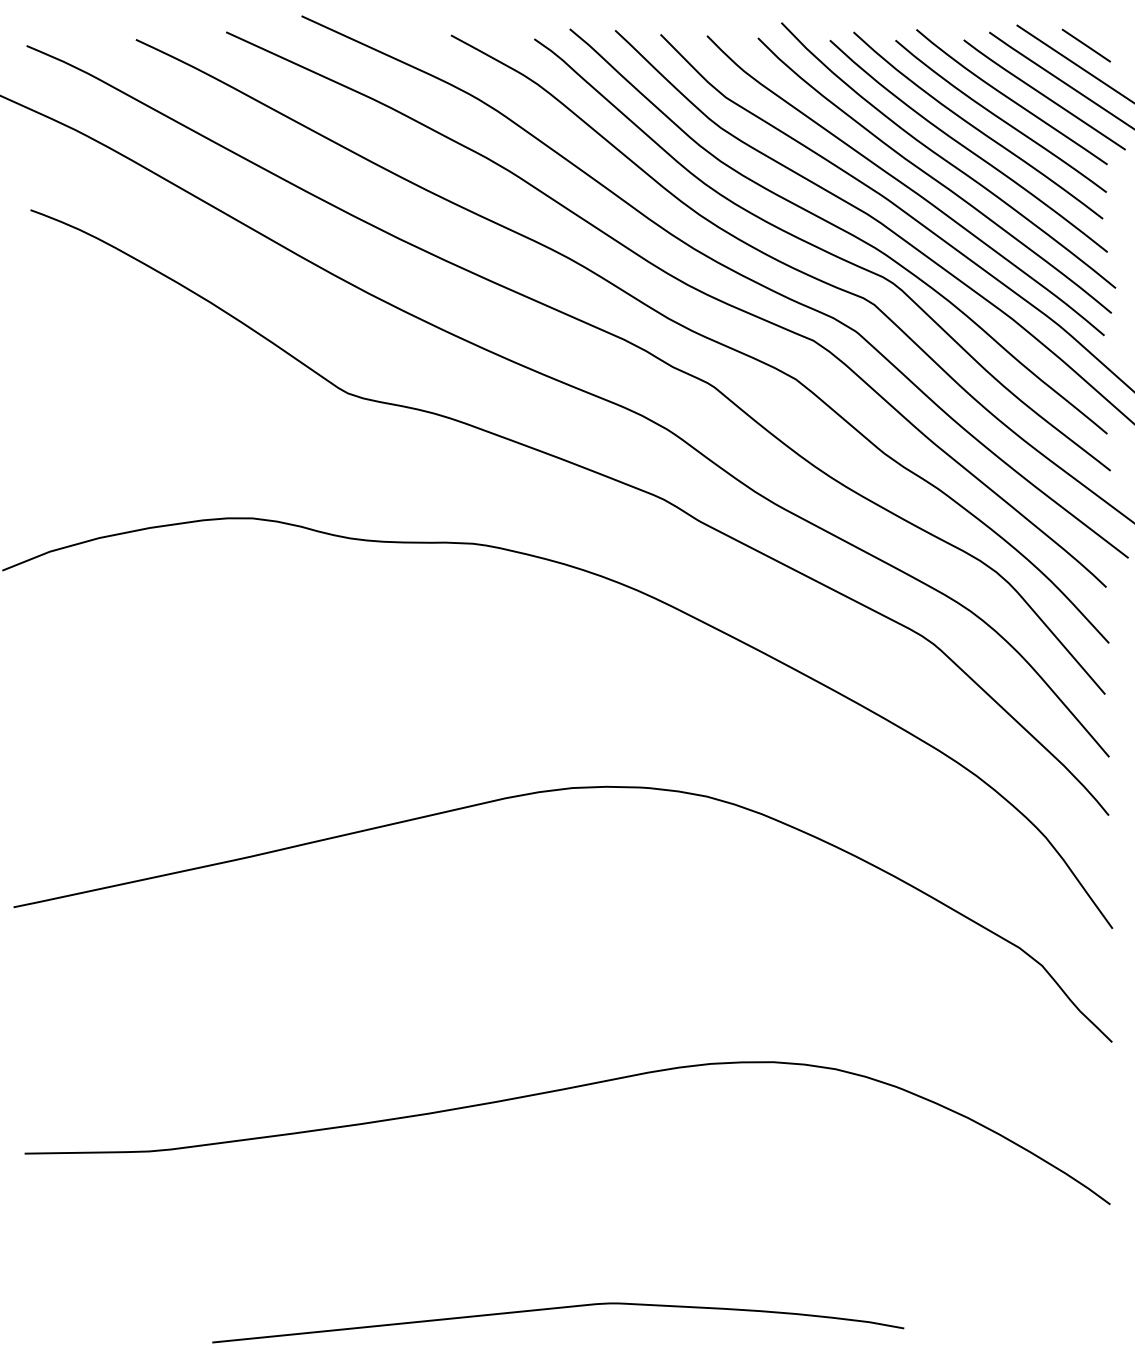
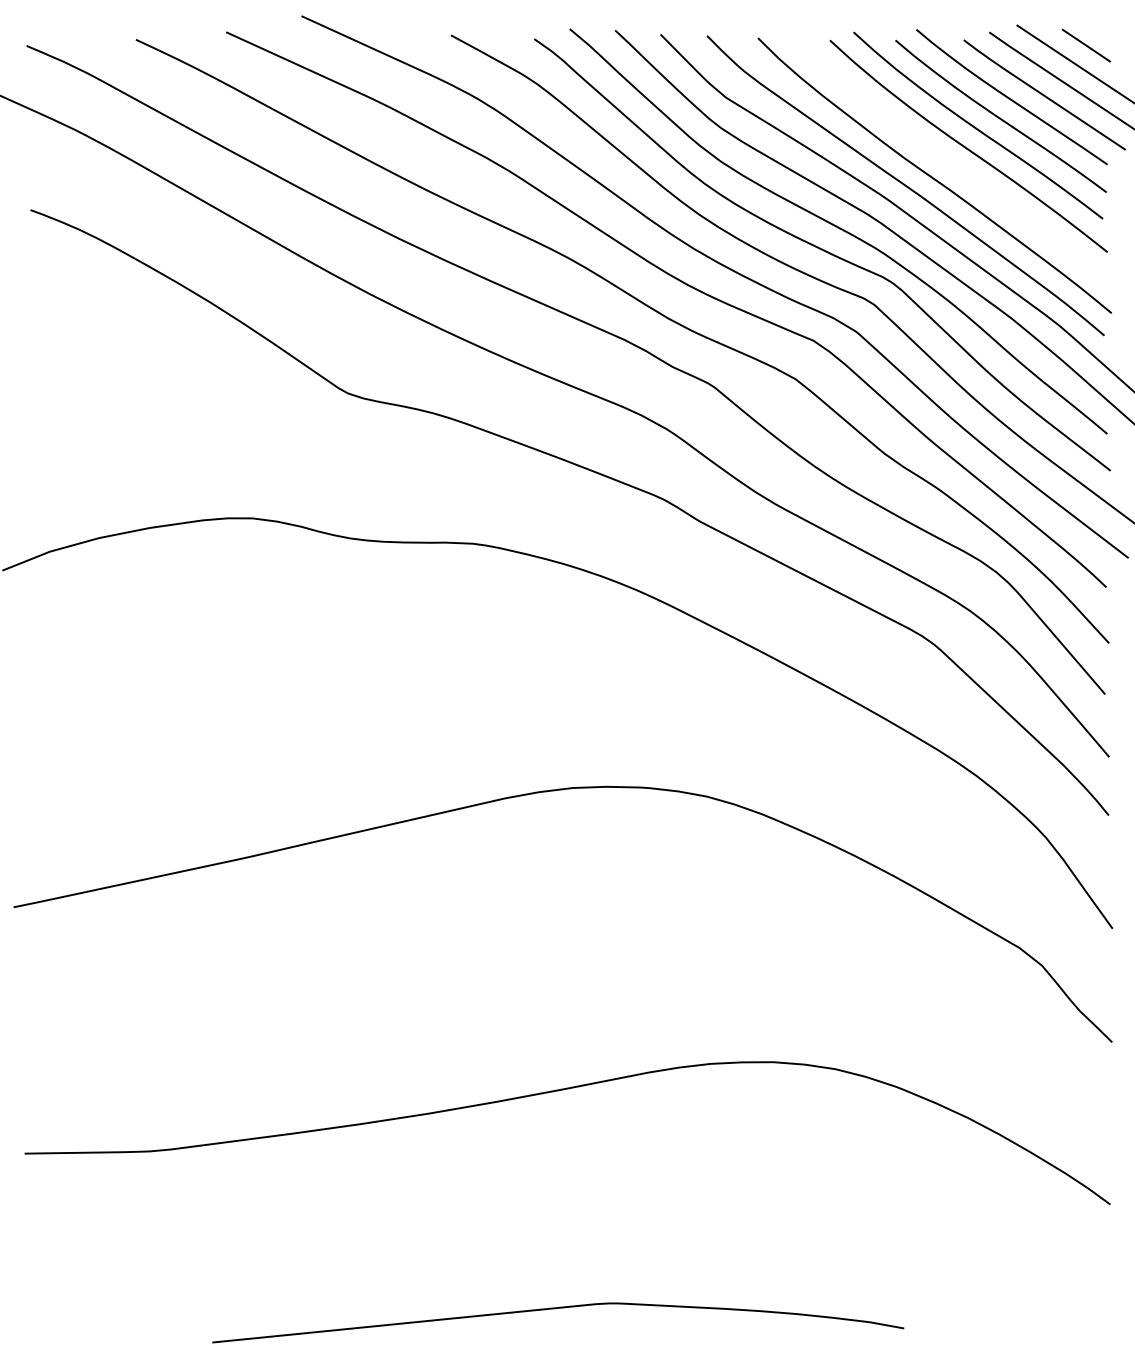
curve at (946, 159): present -> none
